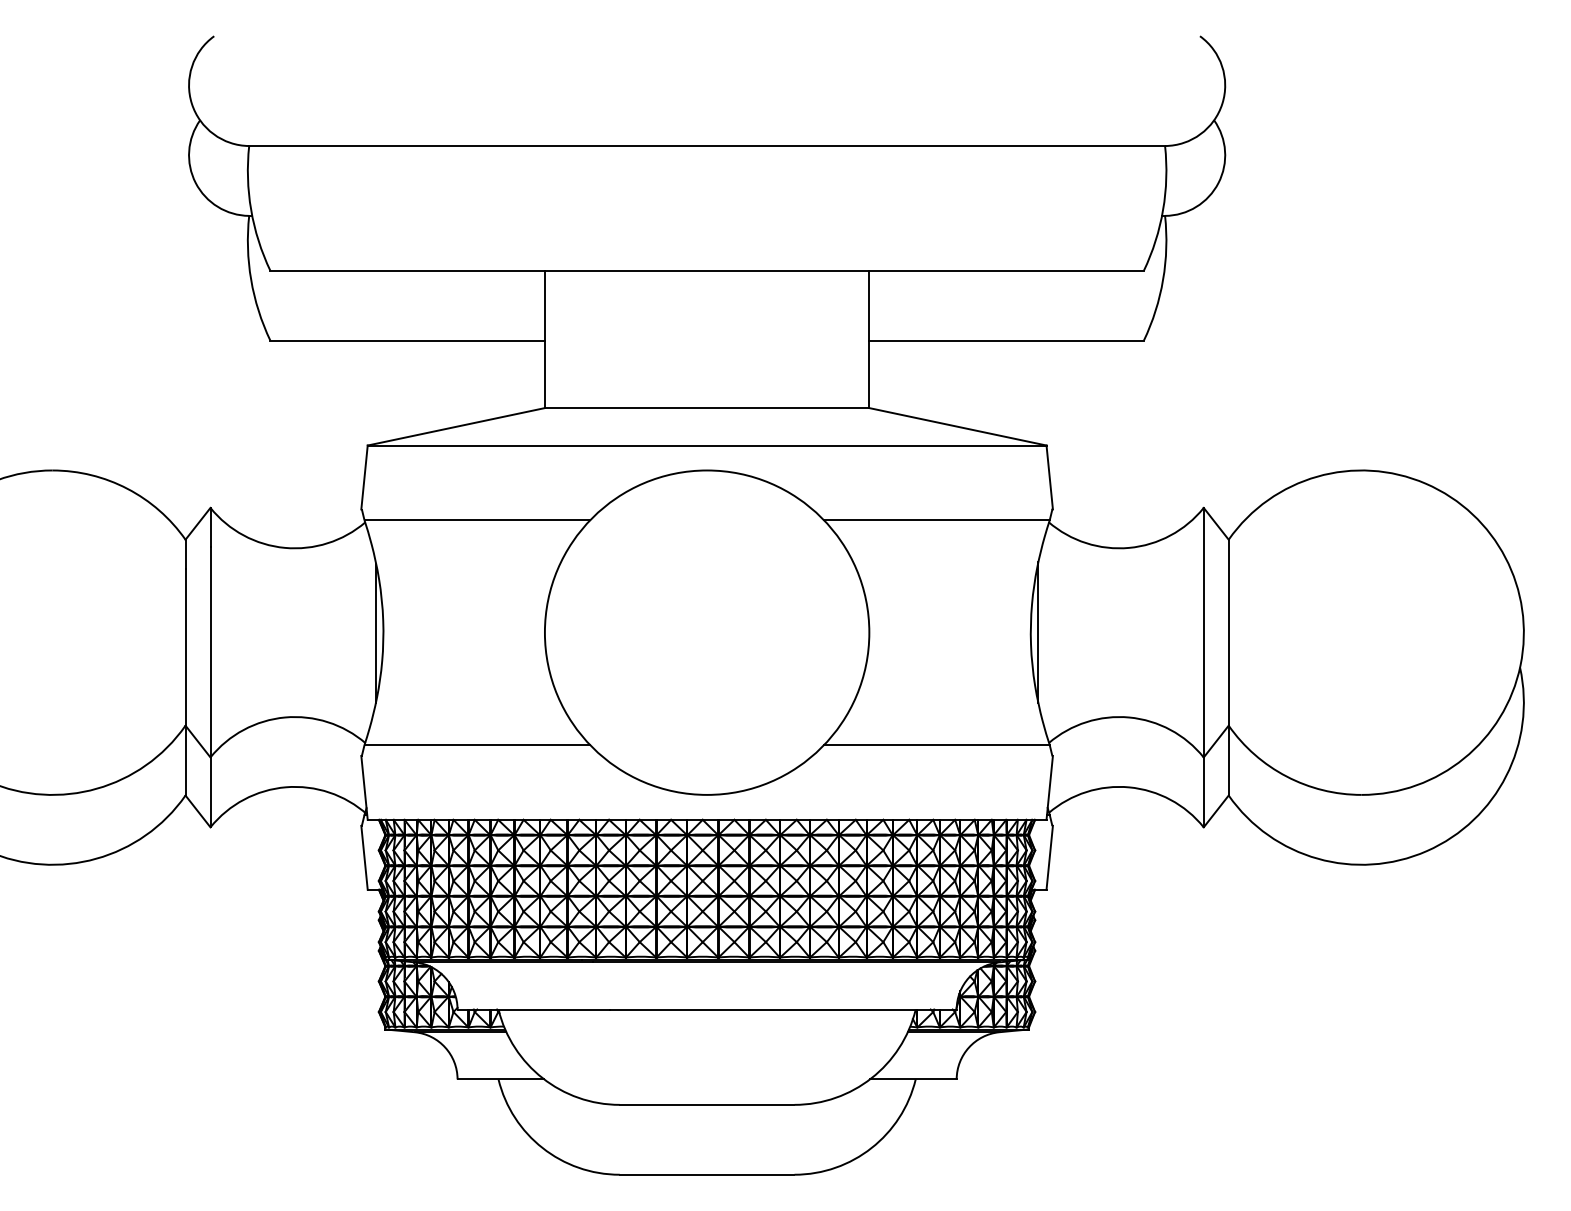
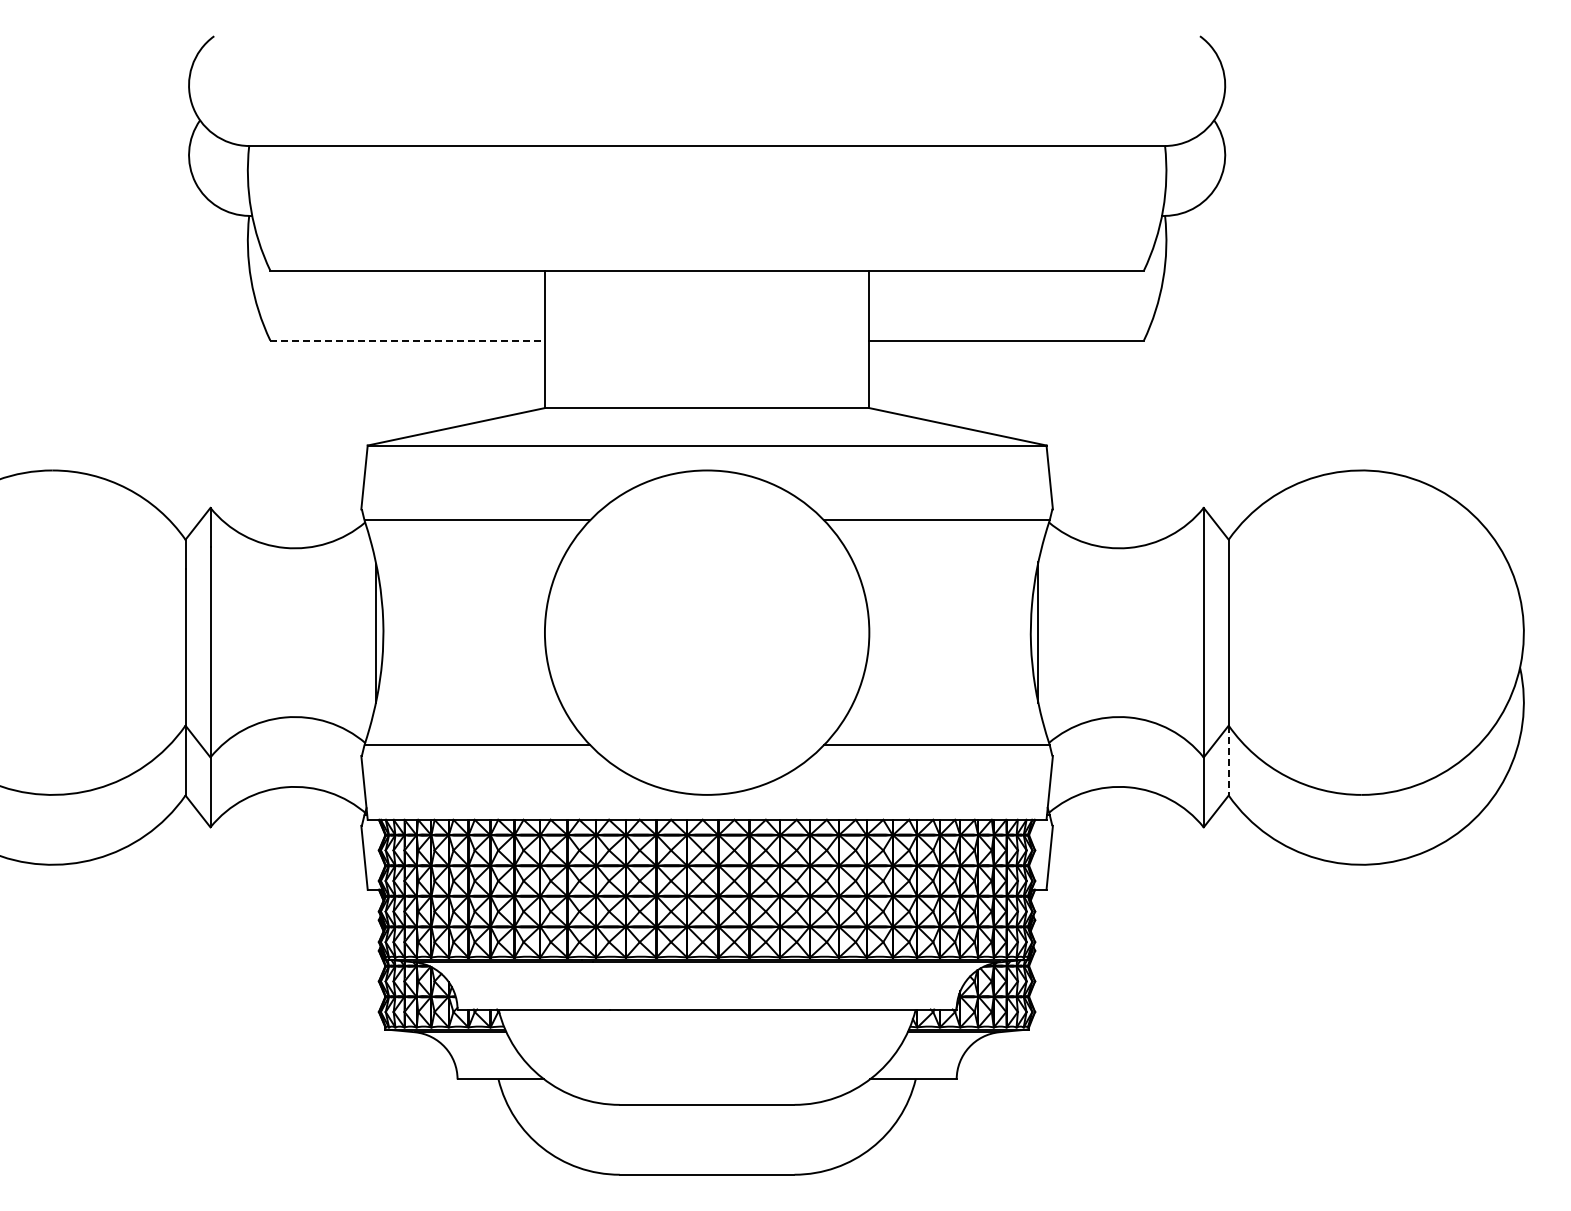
line at (408, 340): solid -> dashed
line at (1228, 760): solid -> dashed
